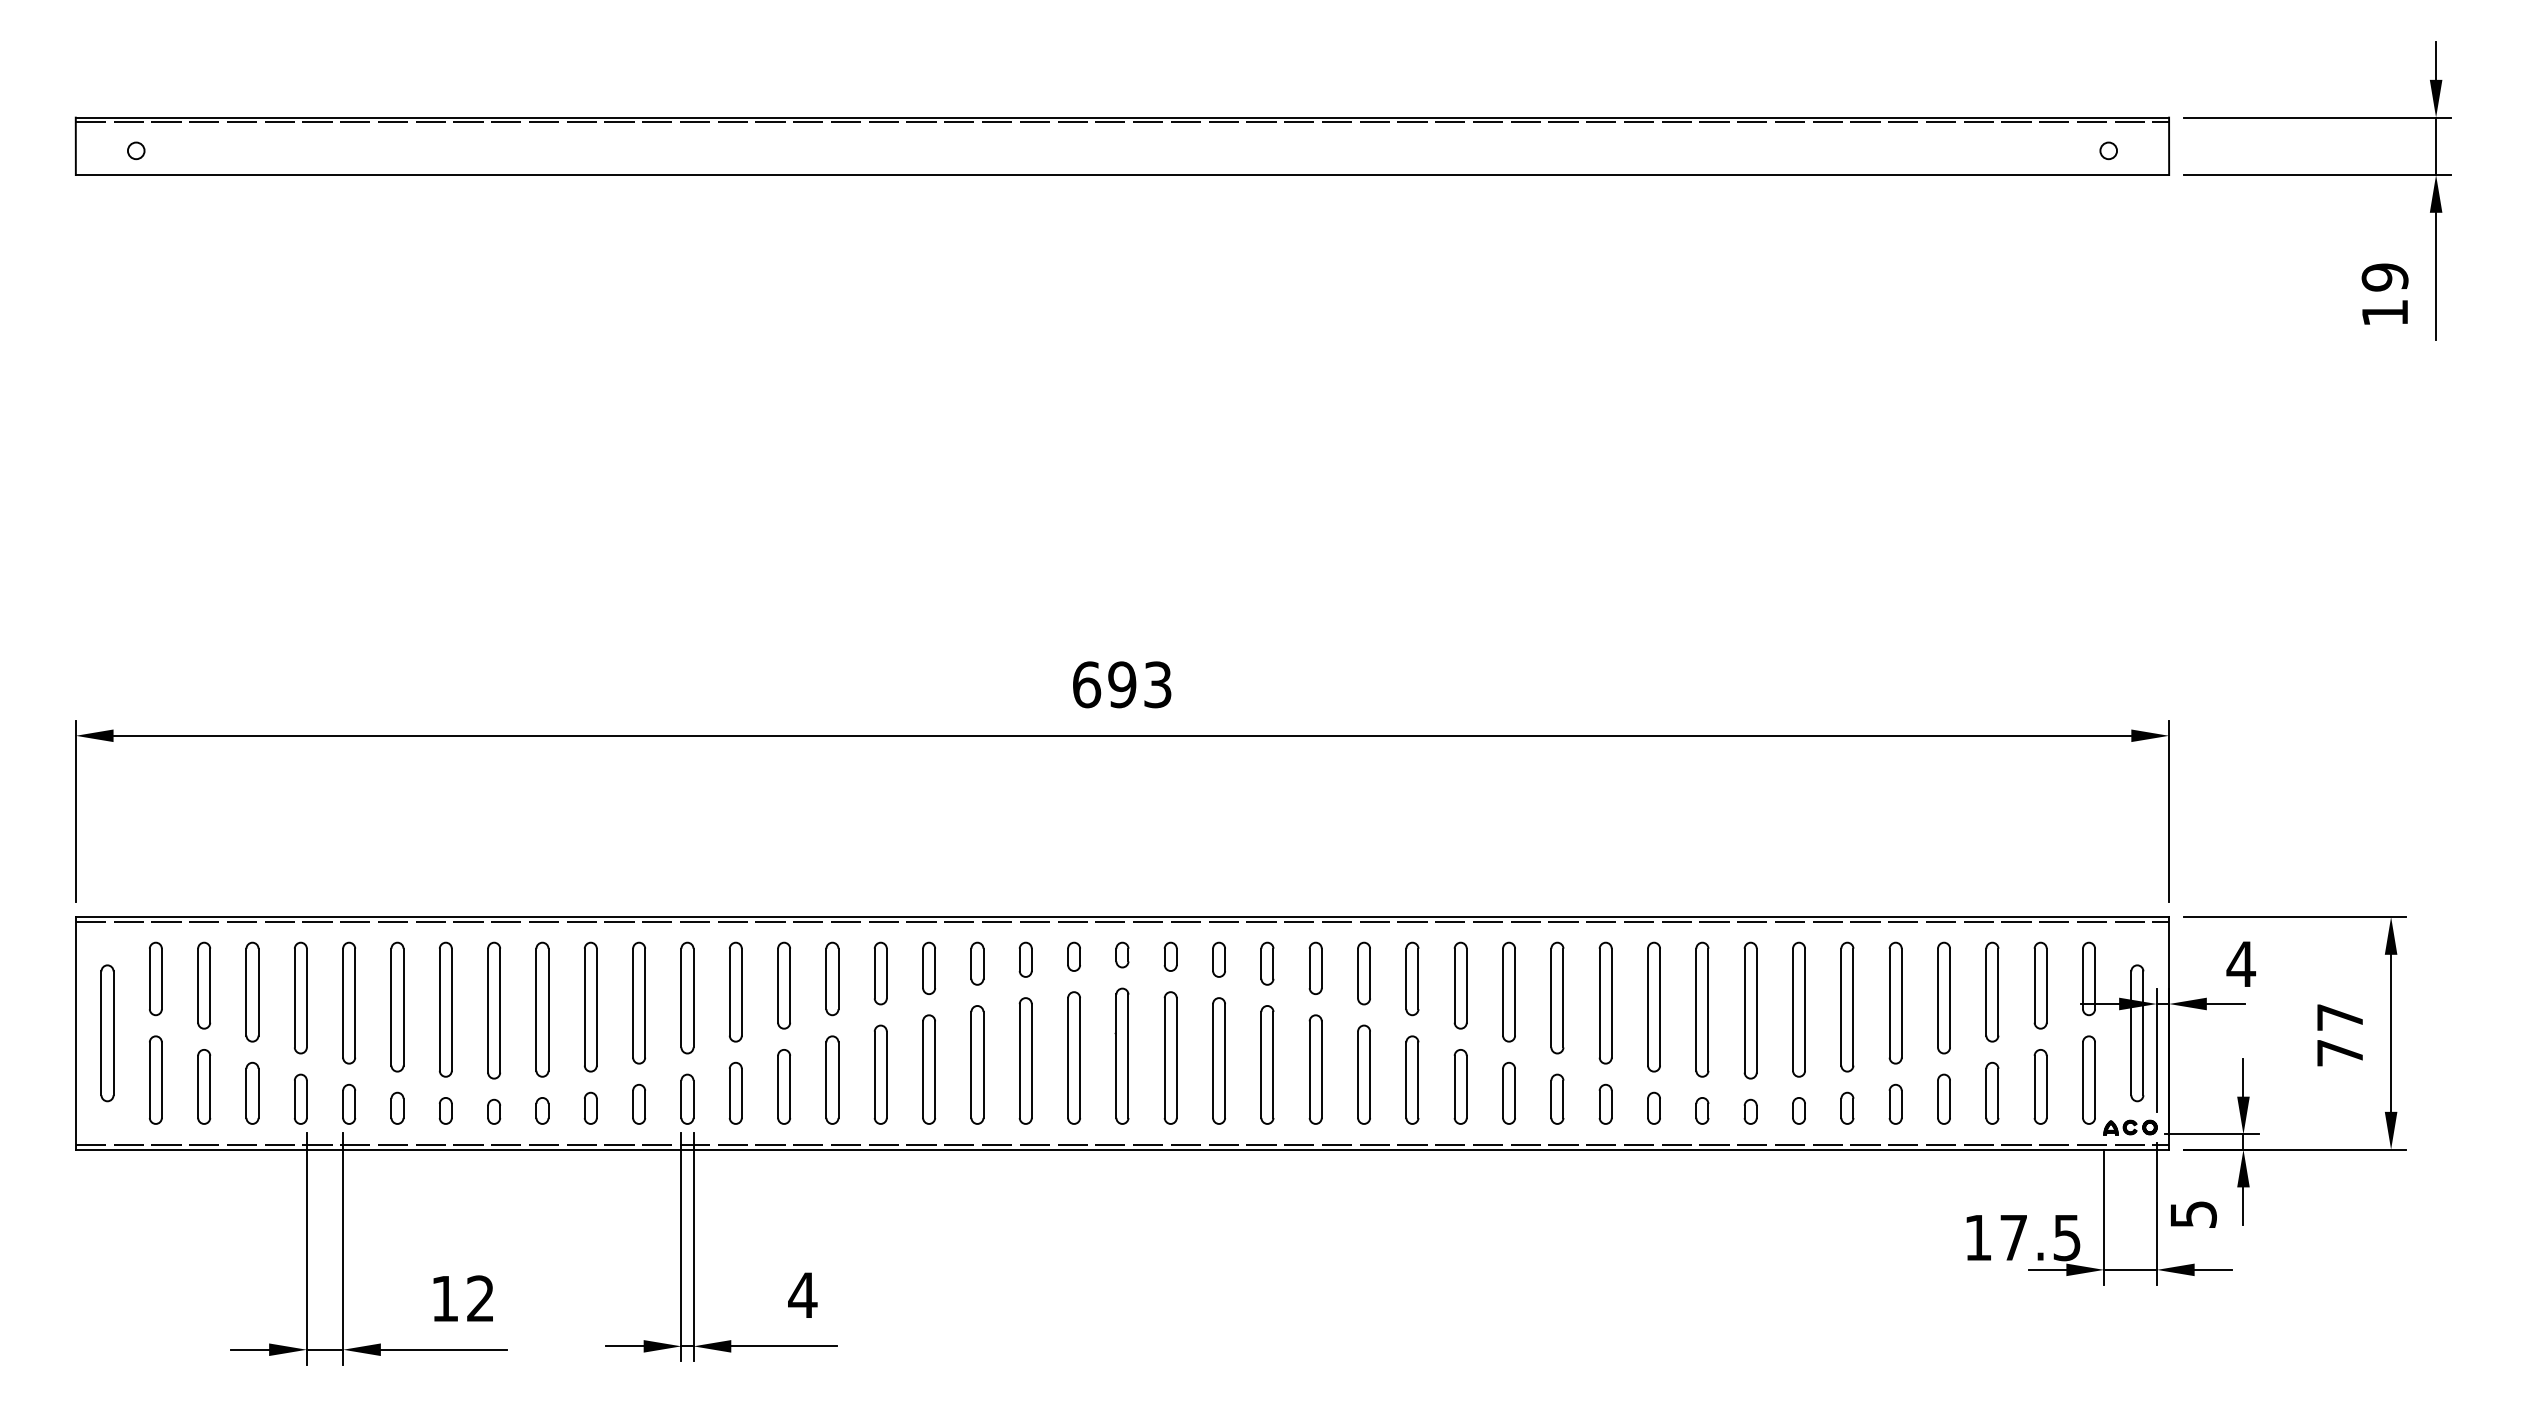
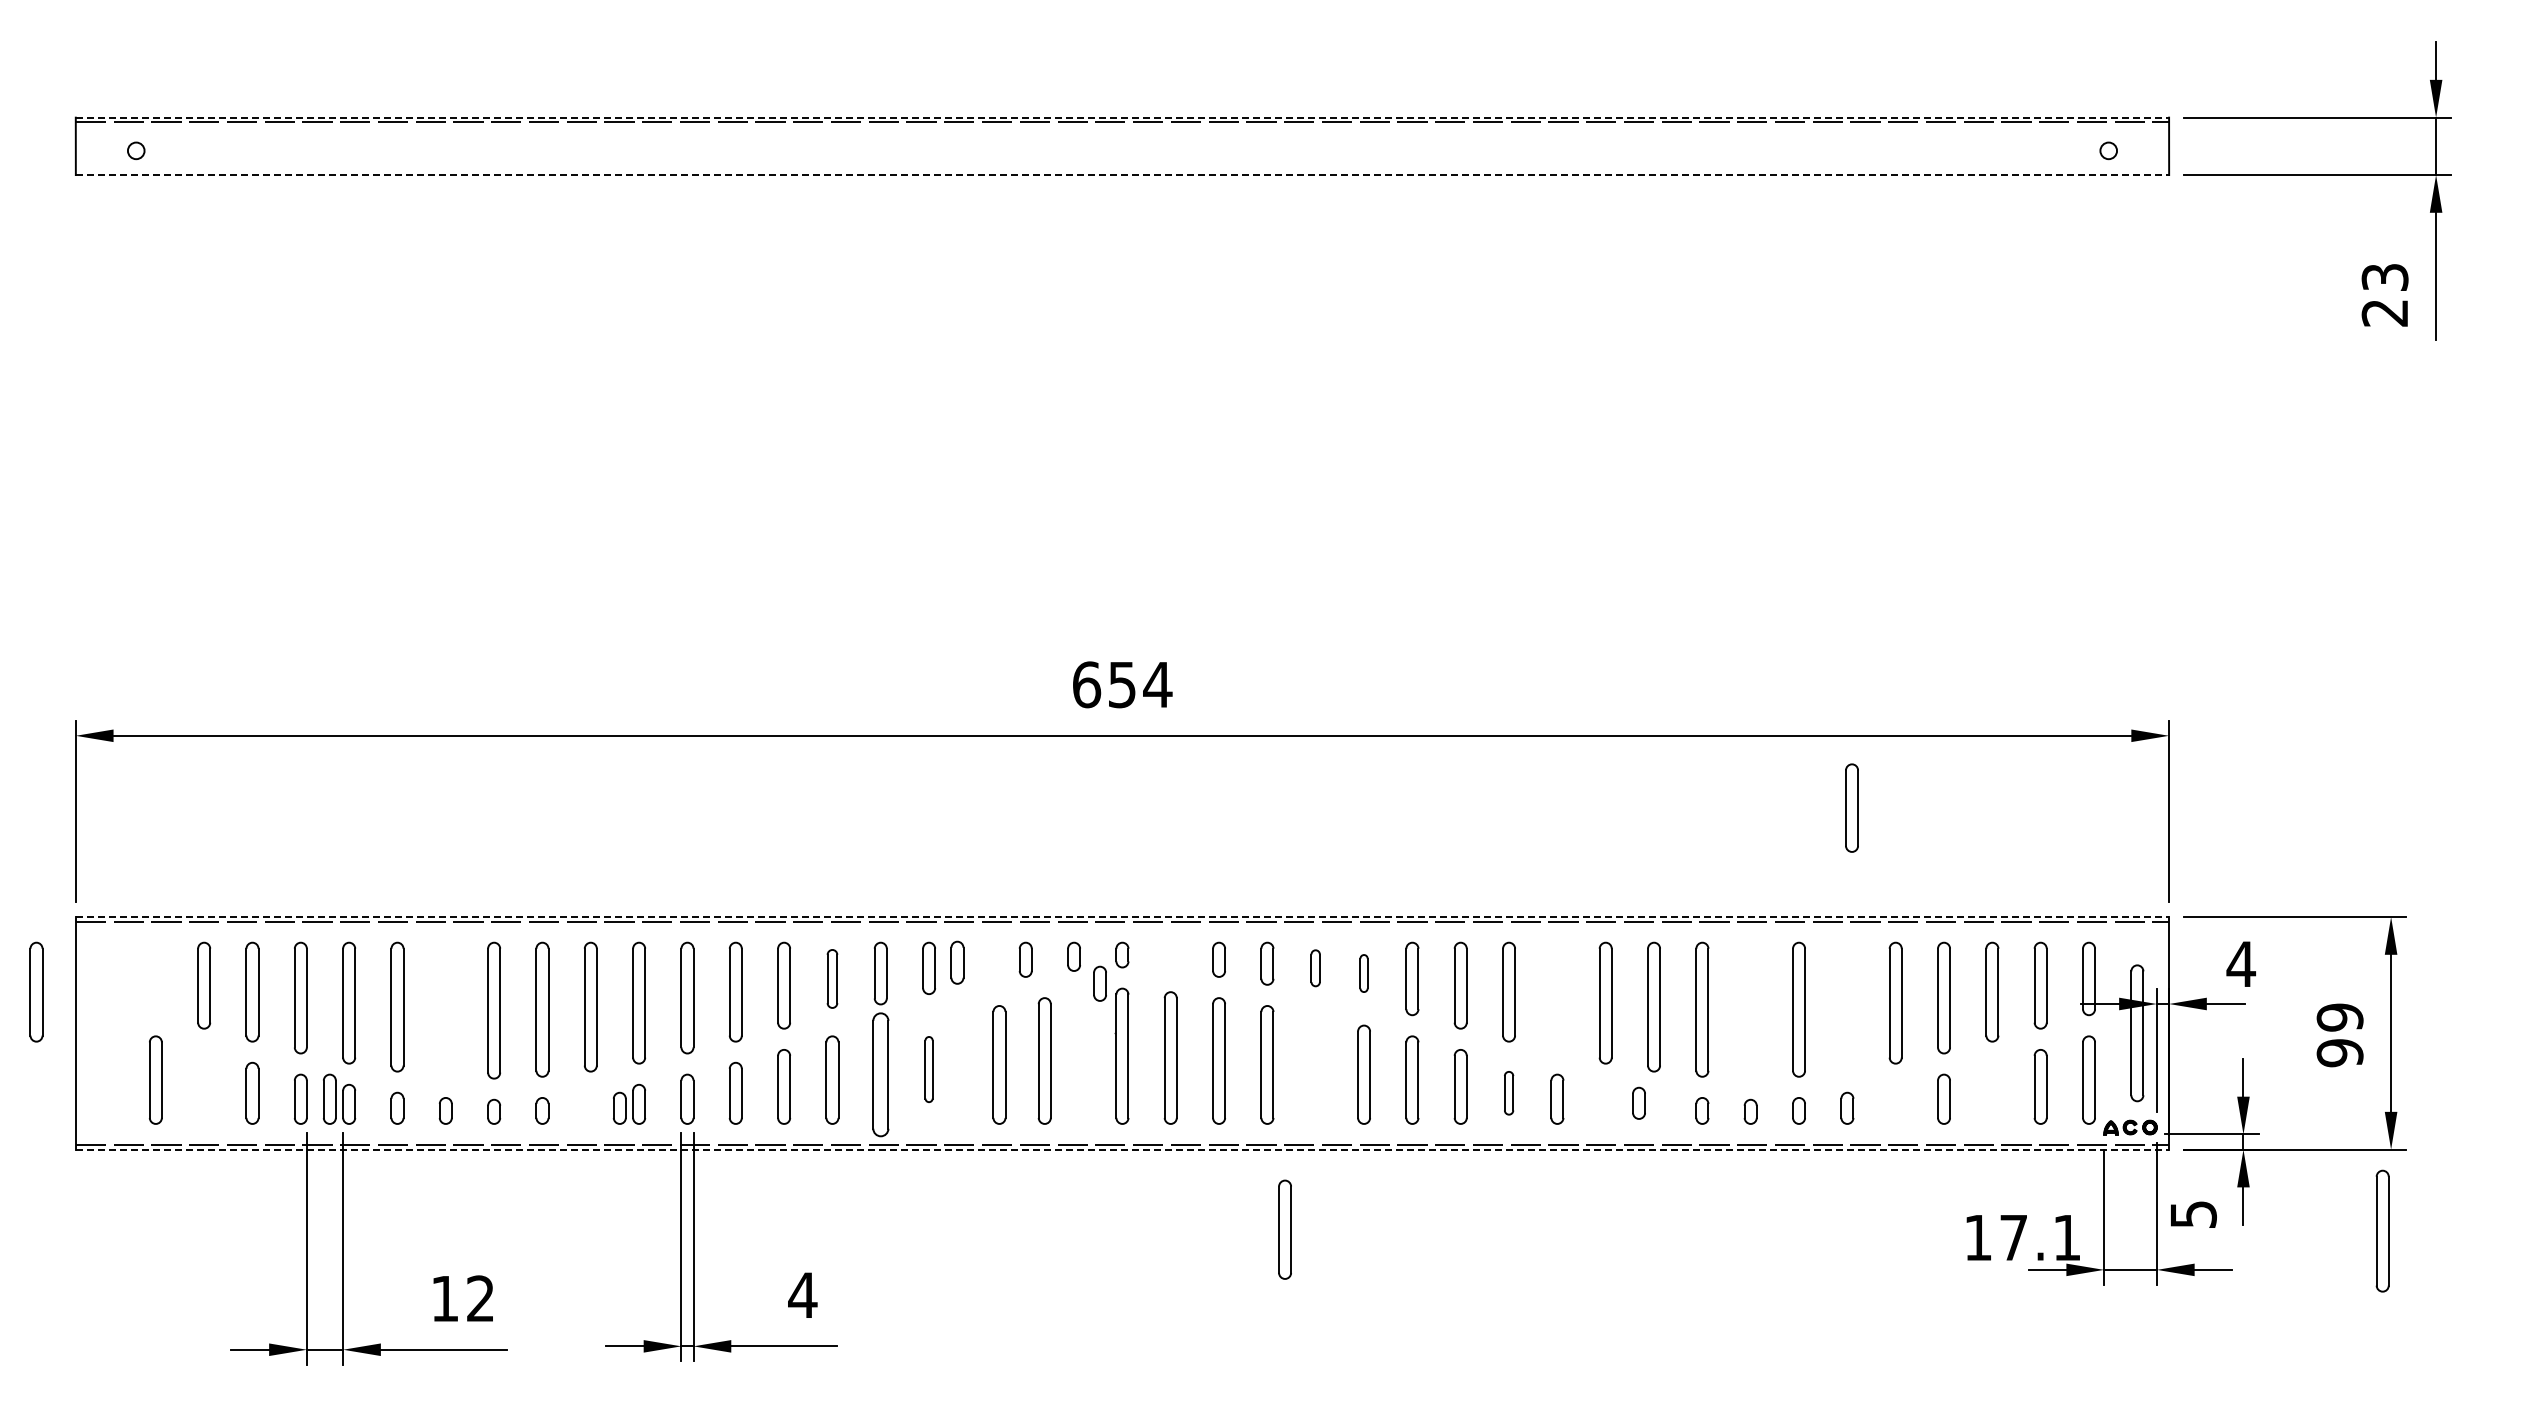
line at (1122, 117): solid -> dashed
line at (1122, 175): solid -> dashed
text at (2384, 294): 19 -> 23
text at (1140, 684): 693 -> 654
part at (1851, 807): none -> present
line at (1122, 917): solid -> dashed
part at (1170, 956): present -> none
part at (977, 963) position: (977, 963) -> (957, 962)
part at (1315, 967) size: 15x54 px -> 11x39 px
part at (1363, 973) size: 14x65 px -> 10x39 px
part at (155, 978): present -> none
part at (832, 978) size: 15x76 px -> 13x60 px
part at (1099, 983): none -> present
part at (36, 991): none -> present
part at (1557, 997): present -> none
part at (1847, 1006): present -> none
part at (445, 1009): present -> none
part at (1750, 1010): present -> none
part at (107, 1033): present -> none
text at (2339, 1035): 77 -> 99
part at (1073, 1057): present -> none
part at (1025, 1060) position: (1025, 1060) -> (1044, 1060)
part at (977, 1064) position: (977, 1064) -> (999, 1064)
part at (928, 1069) size: 14x111 px -> 10x67 px
part at (1315, 1069): present -> none
part at (880, 1074) size: 15x101 px -> 18x126 px
part at (204, 1086): present -> none
part at (1508, 1092) size: 14x64 px -> 11x45 px
part at (1992, 1092): present -> none
part at (329, 1098): none -> present
part at (1605, 1103): present -> none
part at (1895, 1103): present -> none
part at (590, 1107) position: (590, 1107) -> (619, 1107)
part at (1653, 1107) position: (1653, 1107) -> (1638, 1102)
line at (1122, 1149): solid -> dashed
part at (1284, 1229): none -> present
part at (2382, 1230): none -> present
text at (2066, 1238): 17.5 -> 17.1
